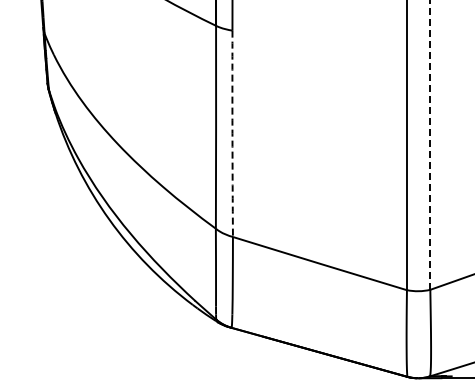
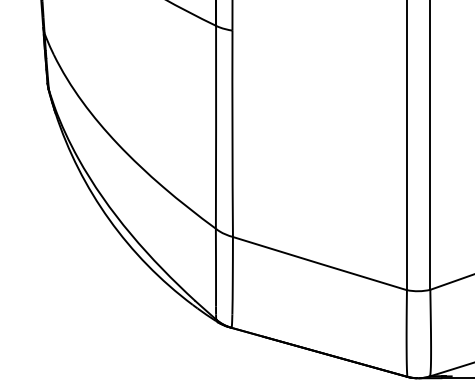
arc at (232, 133): dashed -> solid
line at (430, 144): dashed -> solid
